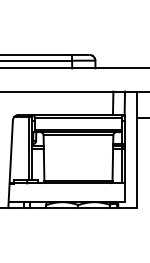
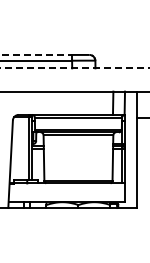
line at (36, 54): solid -> dashed
line at (74, 68): solid -> dashed
